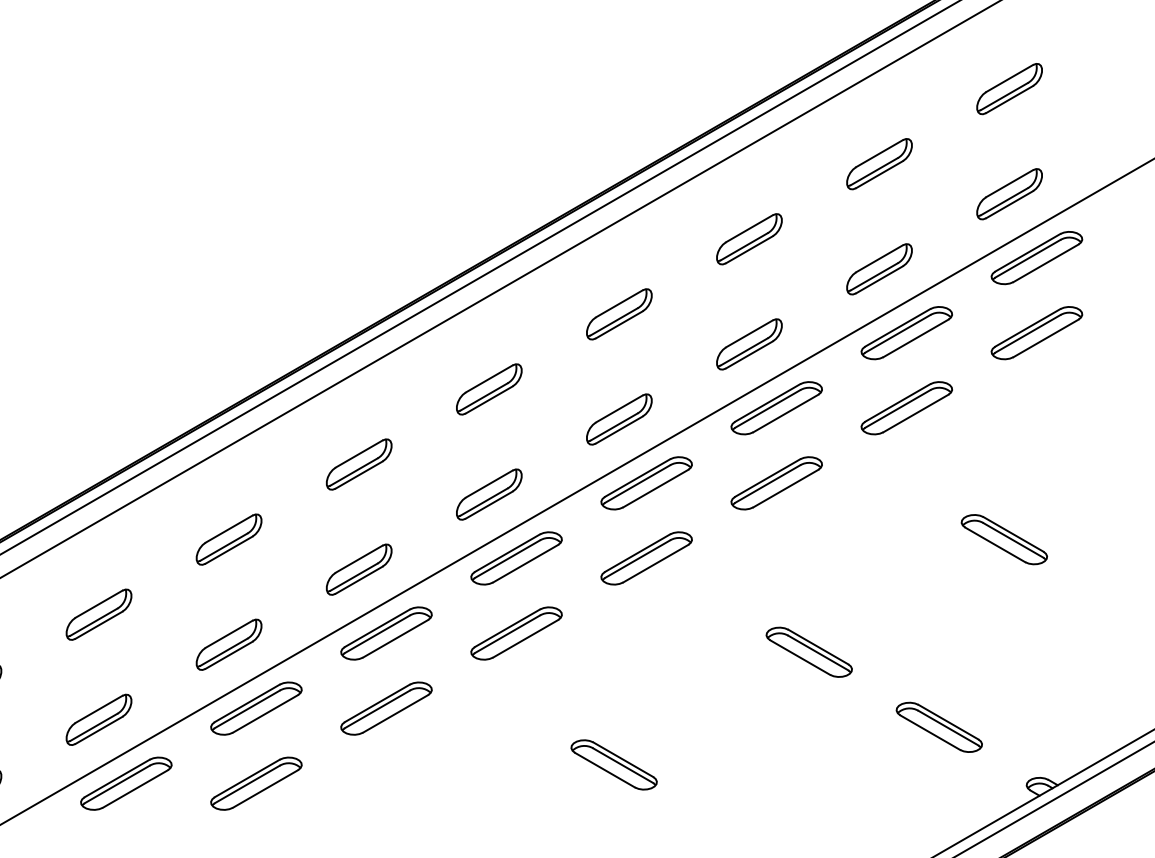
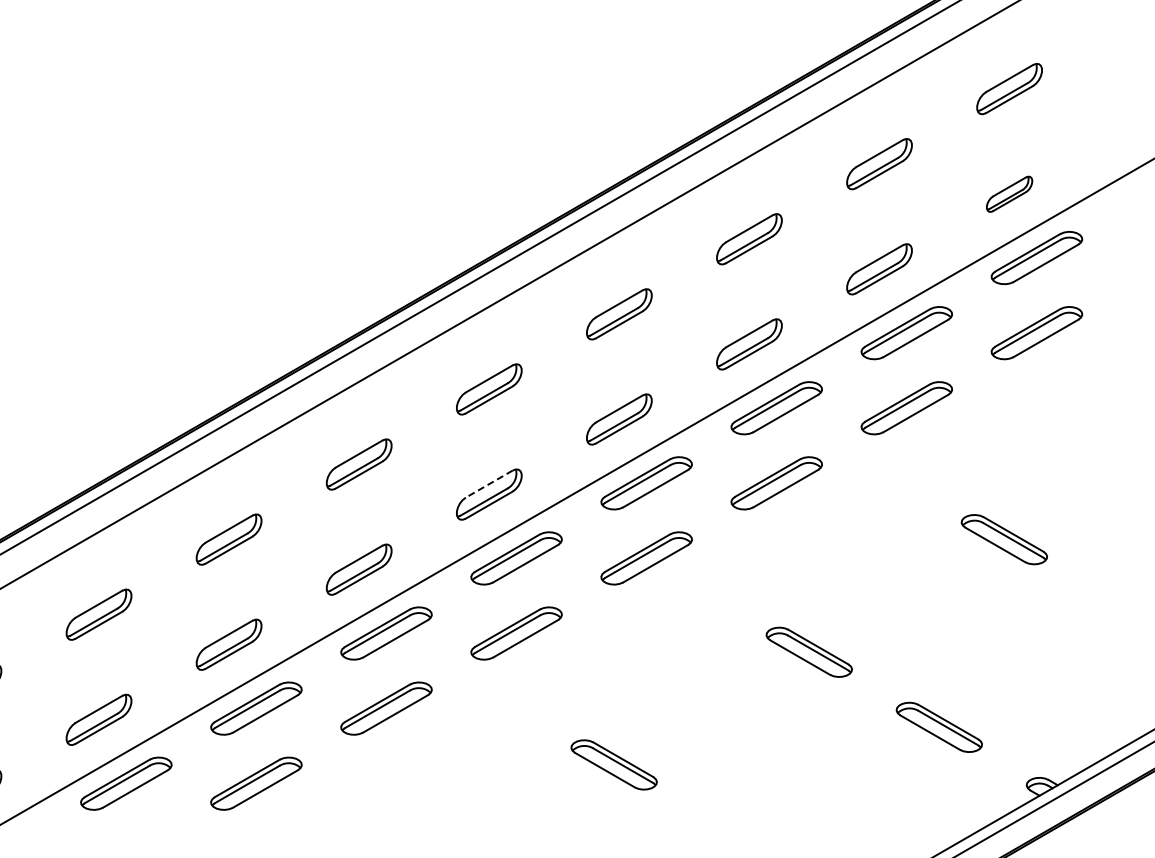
part at (1009, 194) size: 67x53 px -> 48x38 px
line at (499, 289) position: (499, 289) -> (509, 294)
line at (488, 484): solid -> dashed
